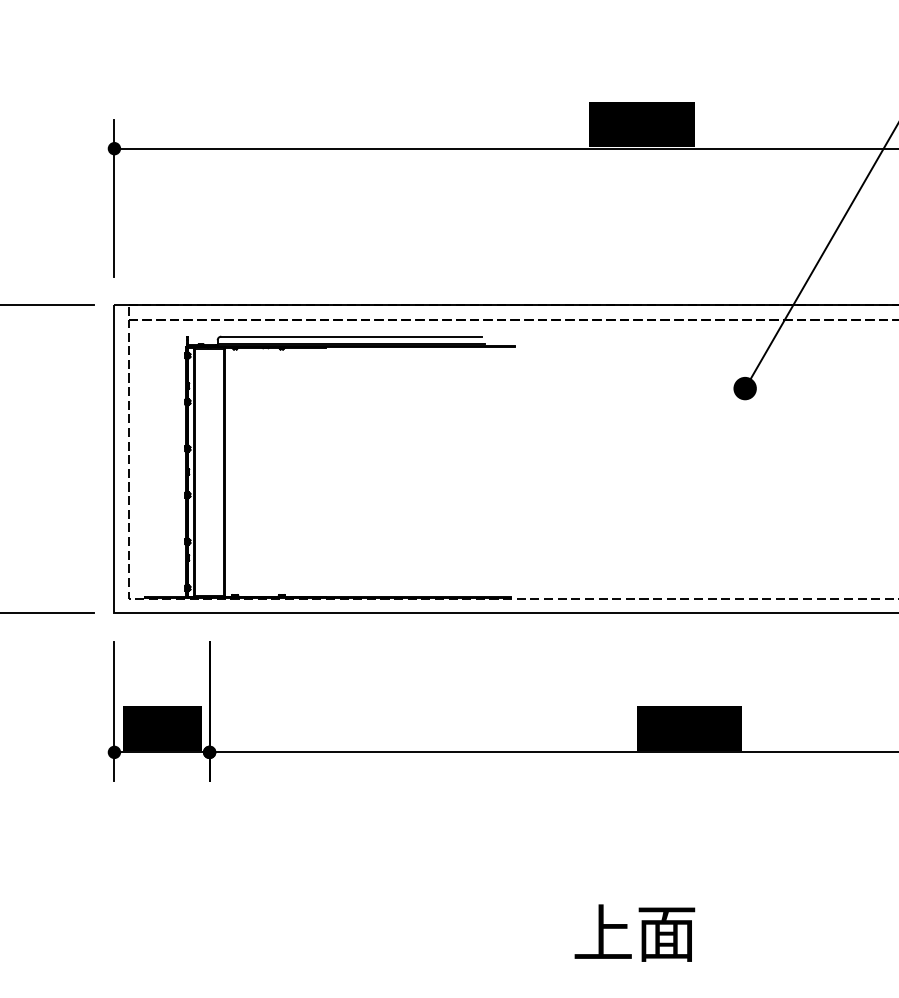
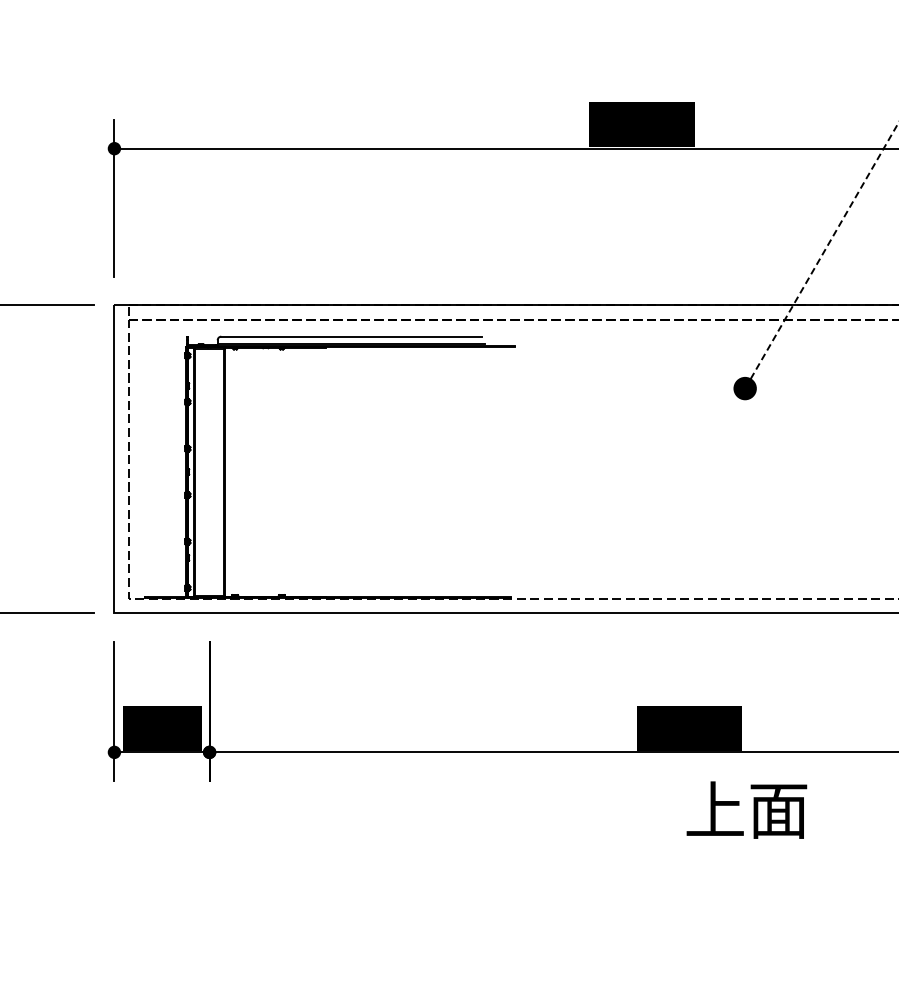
line at (822, 255): solid -> dashed
text at (634, 932) position: (634, 932) -> (746, 809)
